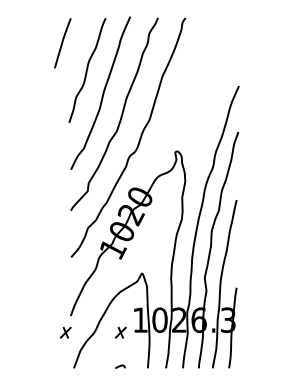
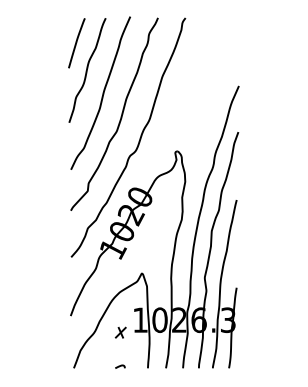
line at (62, 43) position: (62, 43) -> (76, 43)
part at (65, 332): present -> none
